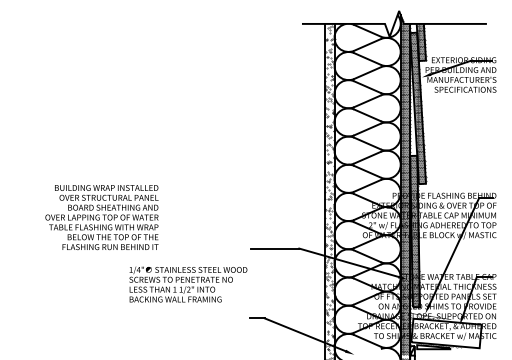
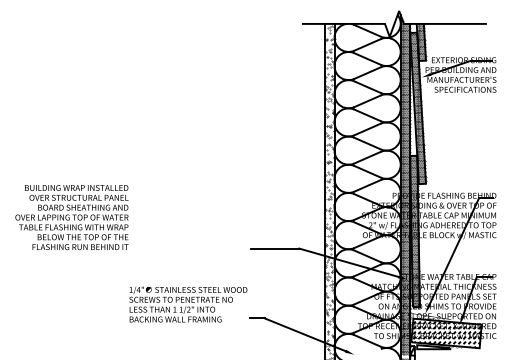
text at (101, 217) position: (101, 217) -> (71, 217)
text at (188, 284) position: (188, 284) -> (188, 304)
hatch at (447, 333): none -> present
